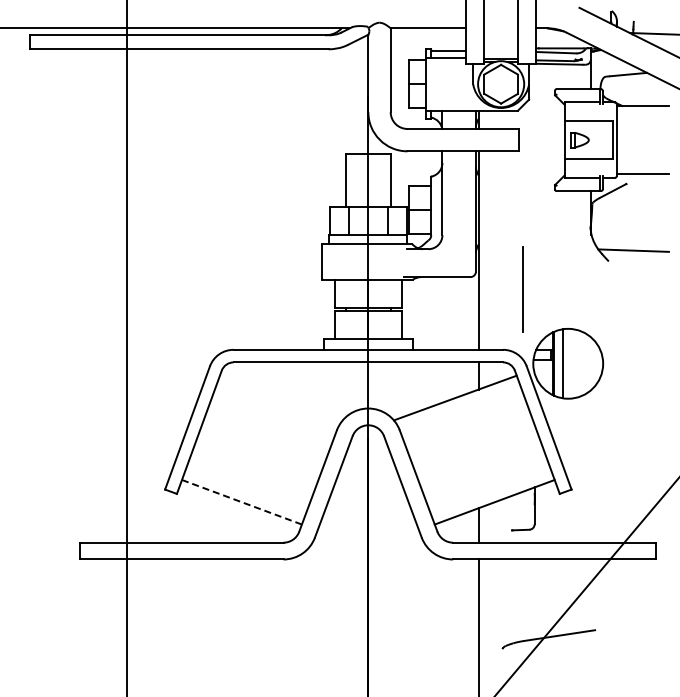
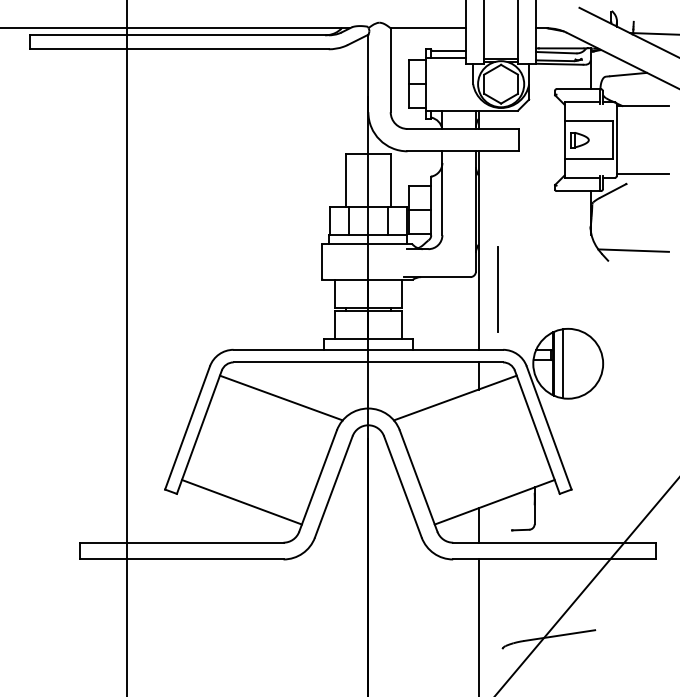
line at (522, 289) position: (522, 289) -> (497, 289)
line at (280, 397): none -> present
line at (241, 502): dashed -> solid
